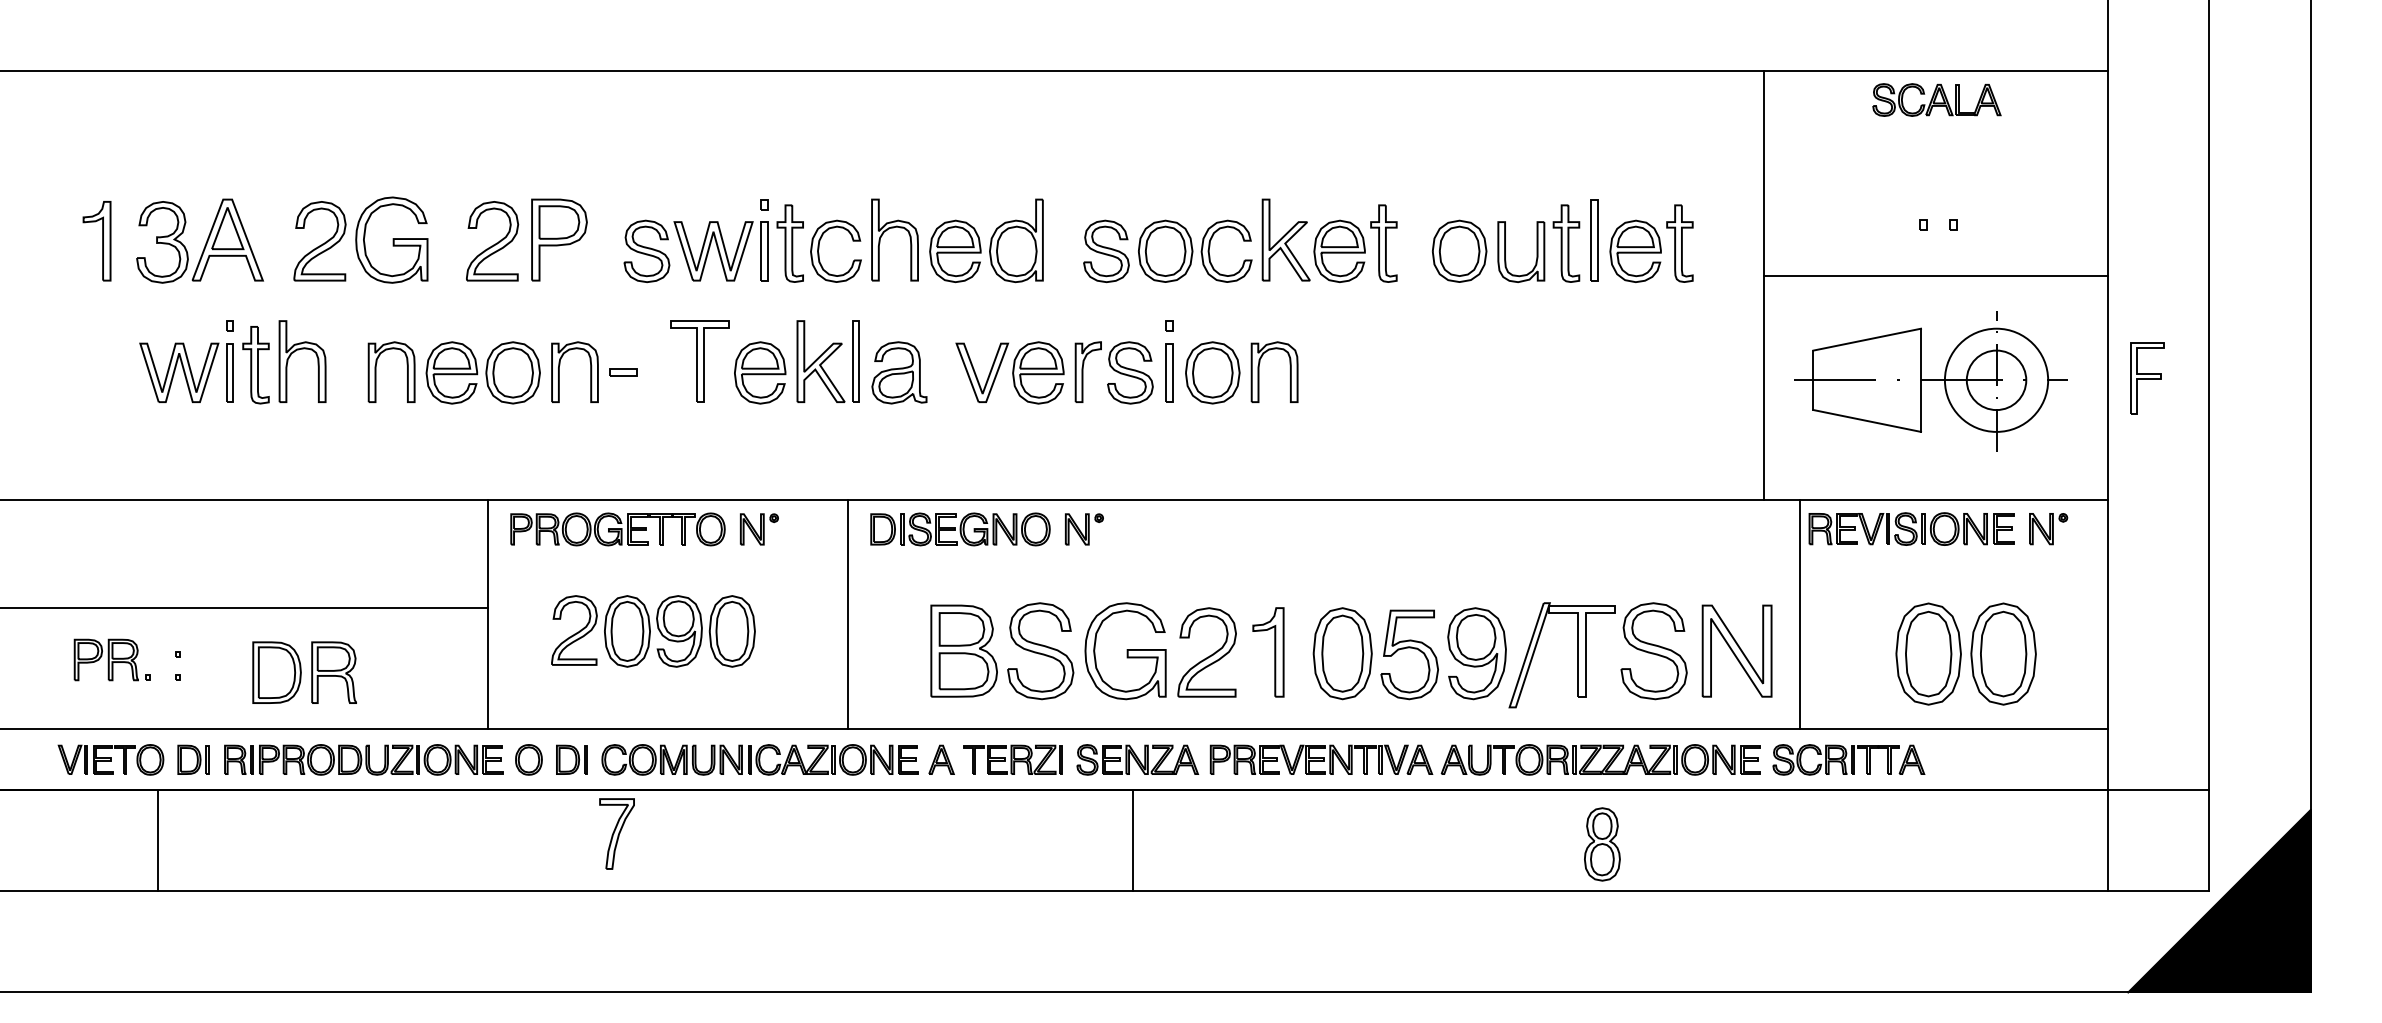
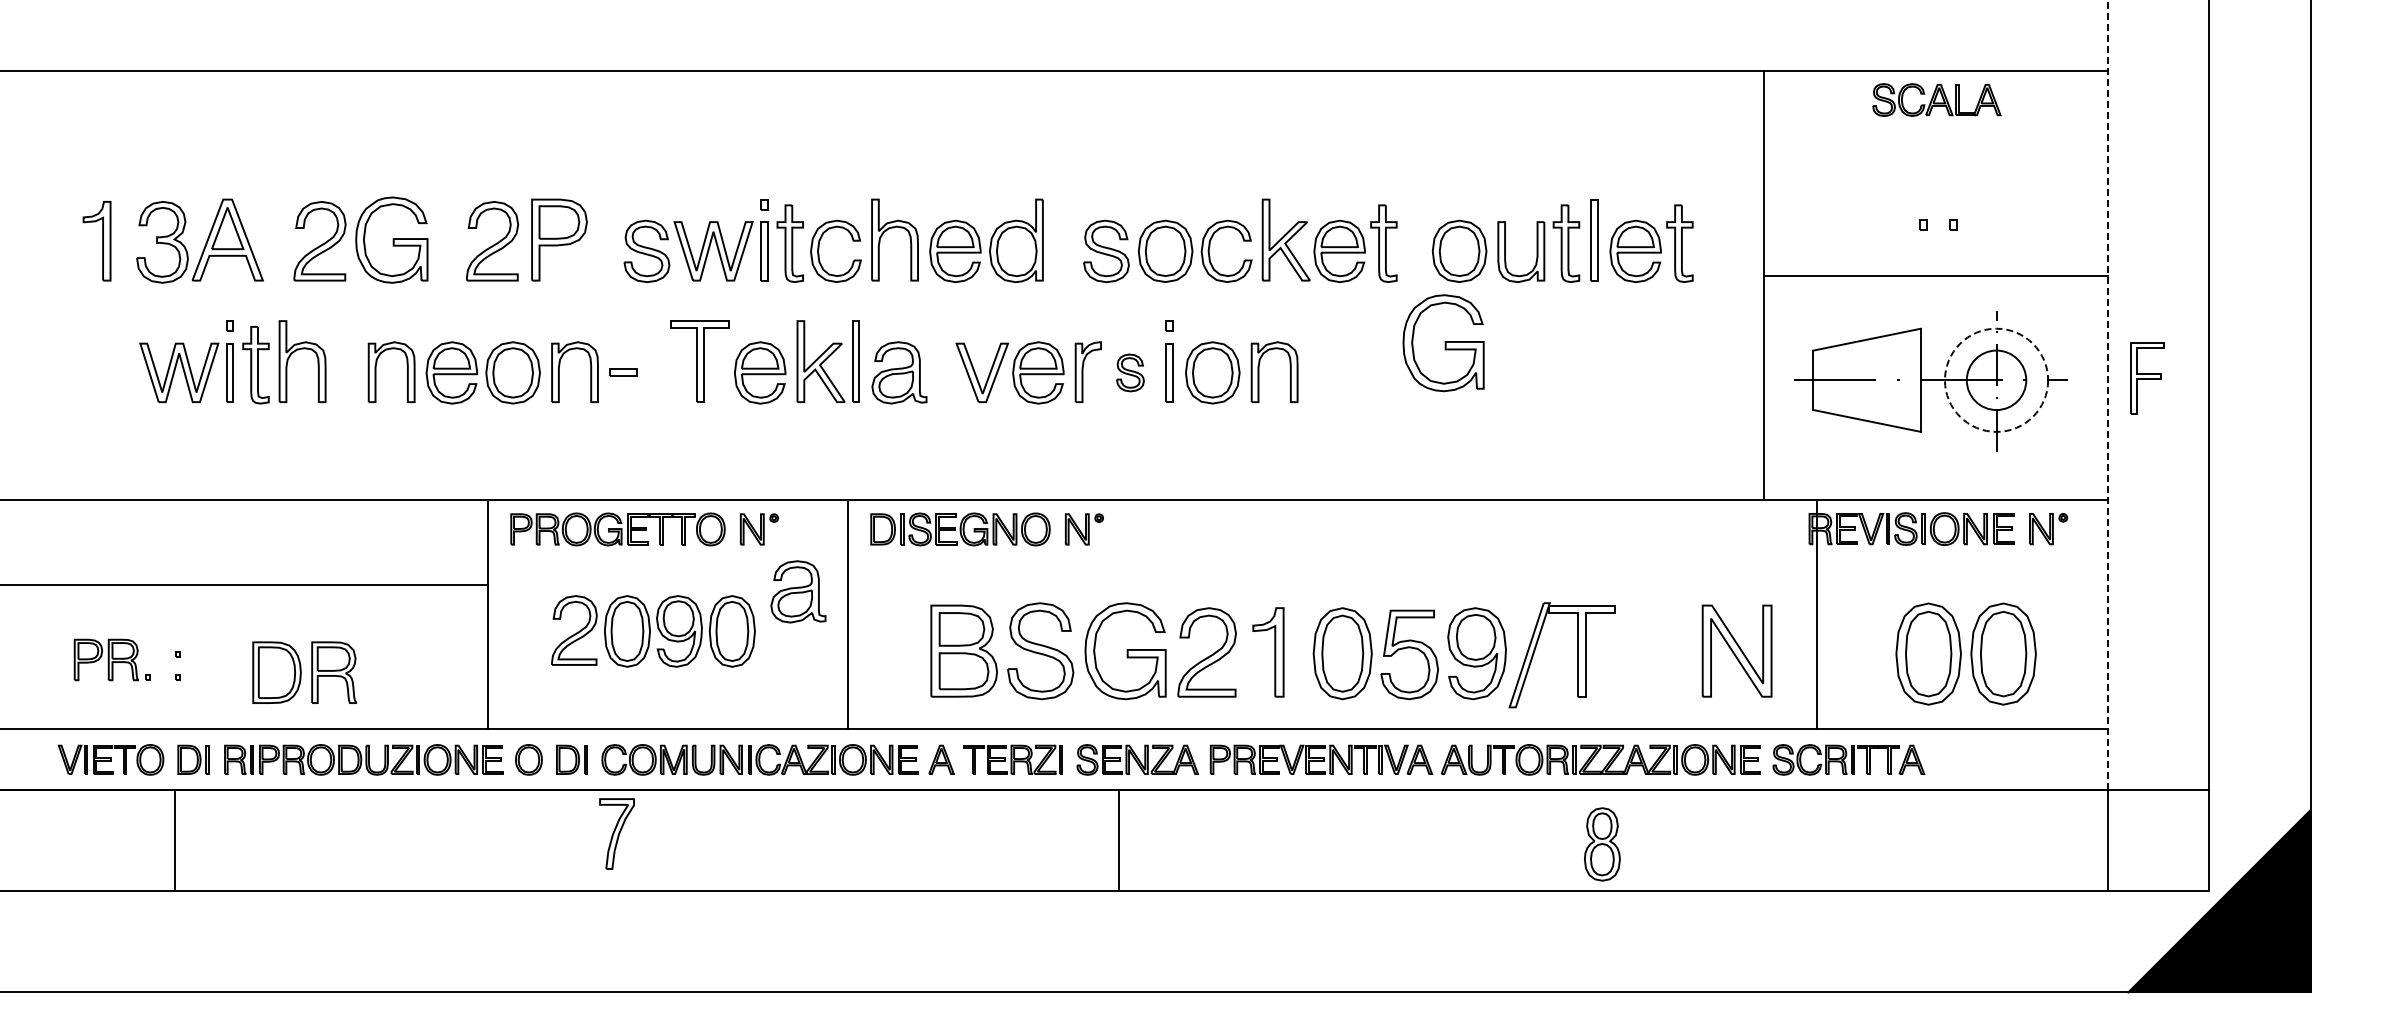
part at (1443, 343): none -> present
part at (1130, 372) size: 47x64 px -> 29x40 px
circle at (1996, 379): solid -> dashed
line at (2107, 394): solid -> dashed
part at (798, 591): none -> present
line at (244, 607) position: (244, 607) -> (244, 584)
line at (1800, 614) position: (1800, 614) -> (1817, 614)
part at (1653, 651): present -> none
line at (158, 840) position: (158, 840) -> (175, 840)
line at (1133, 840) position: (1133, 840) -> (1119, 840)
